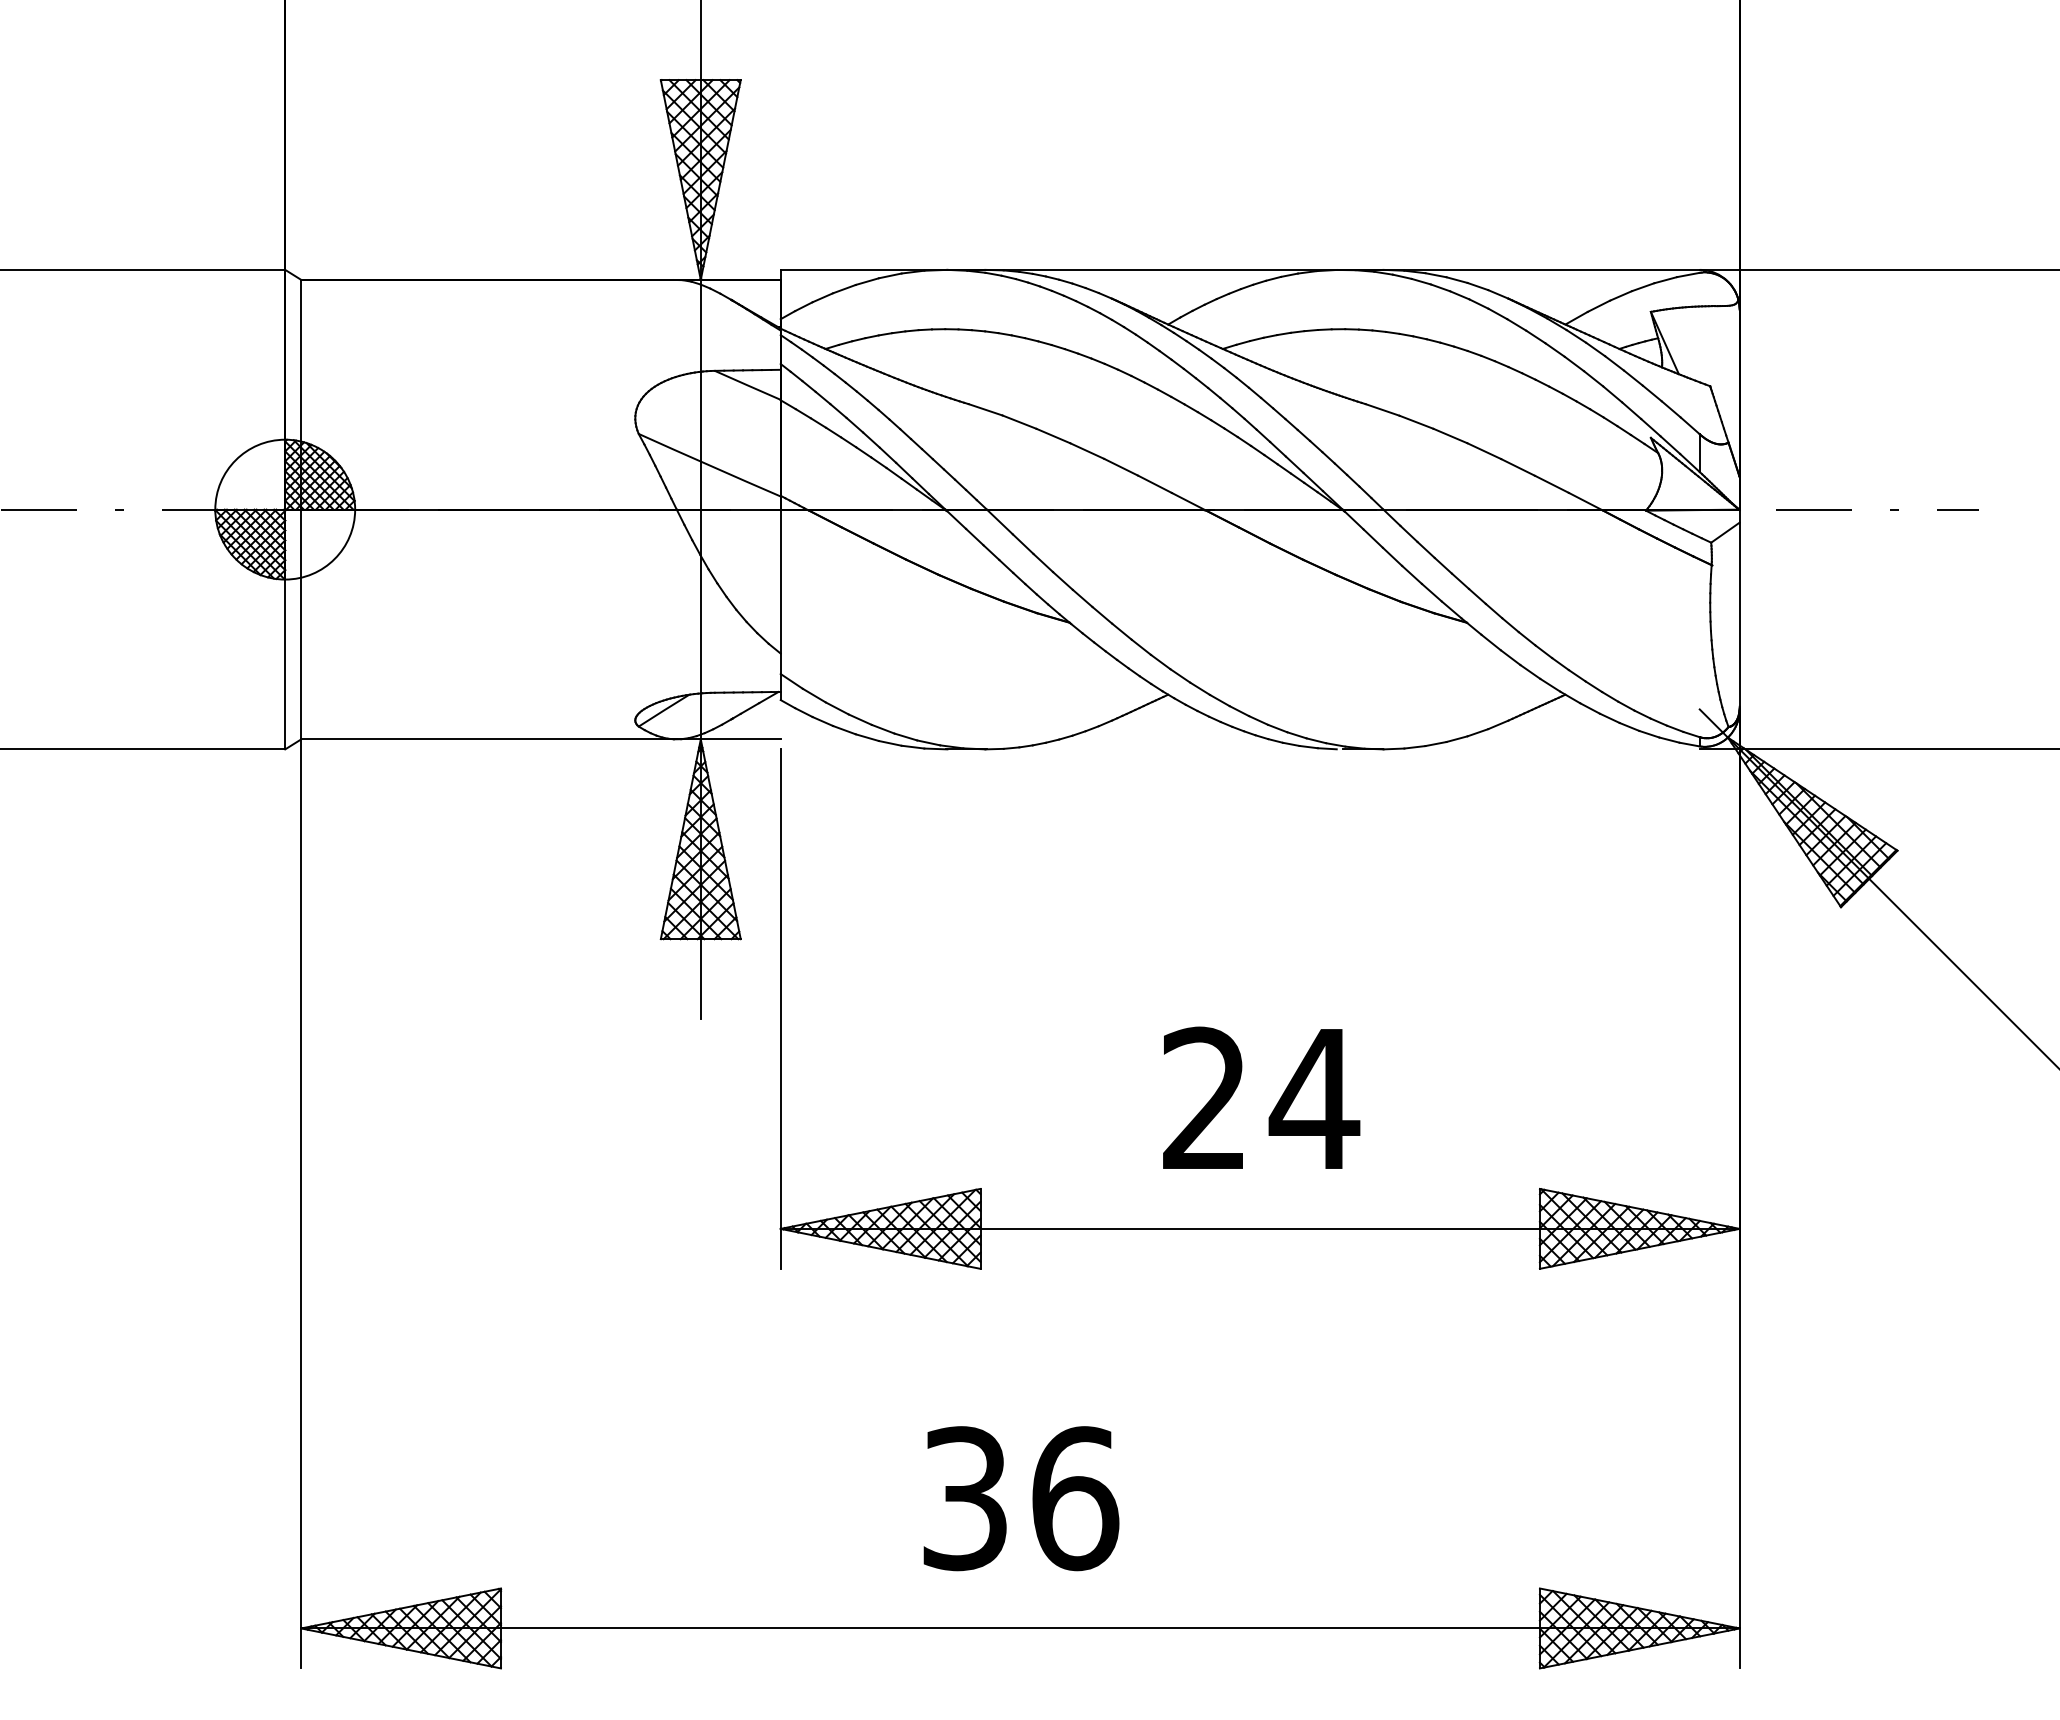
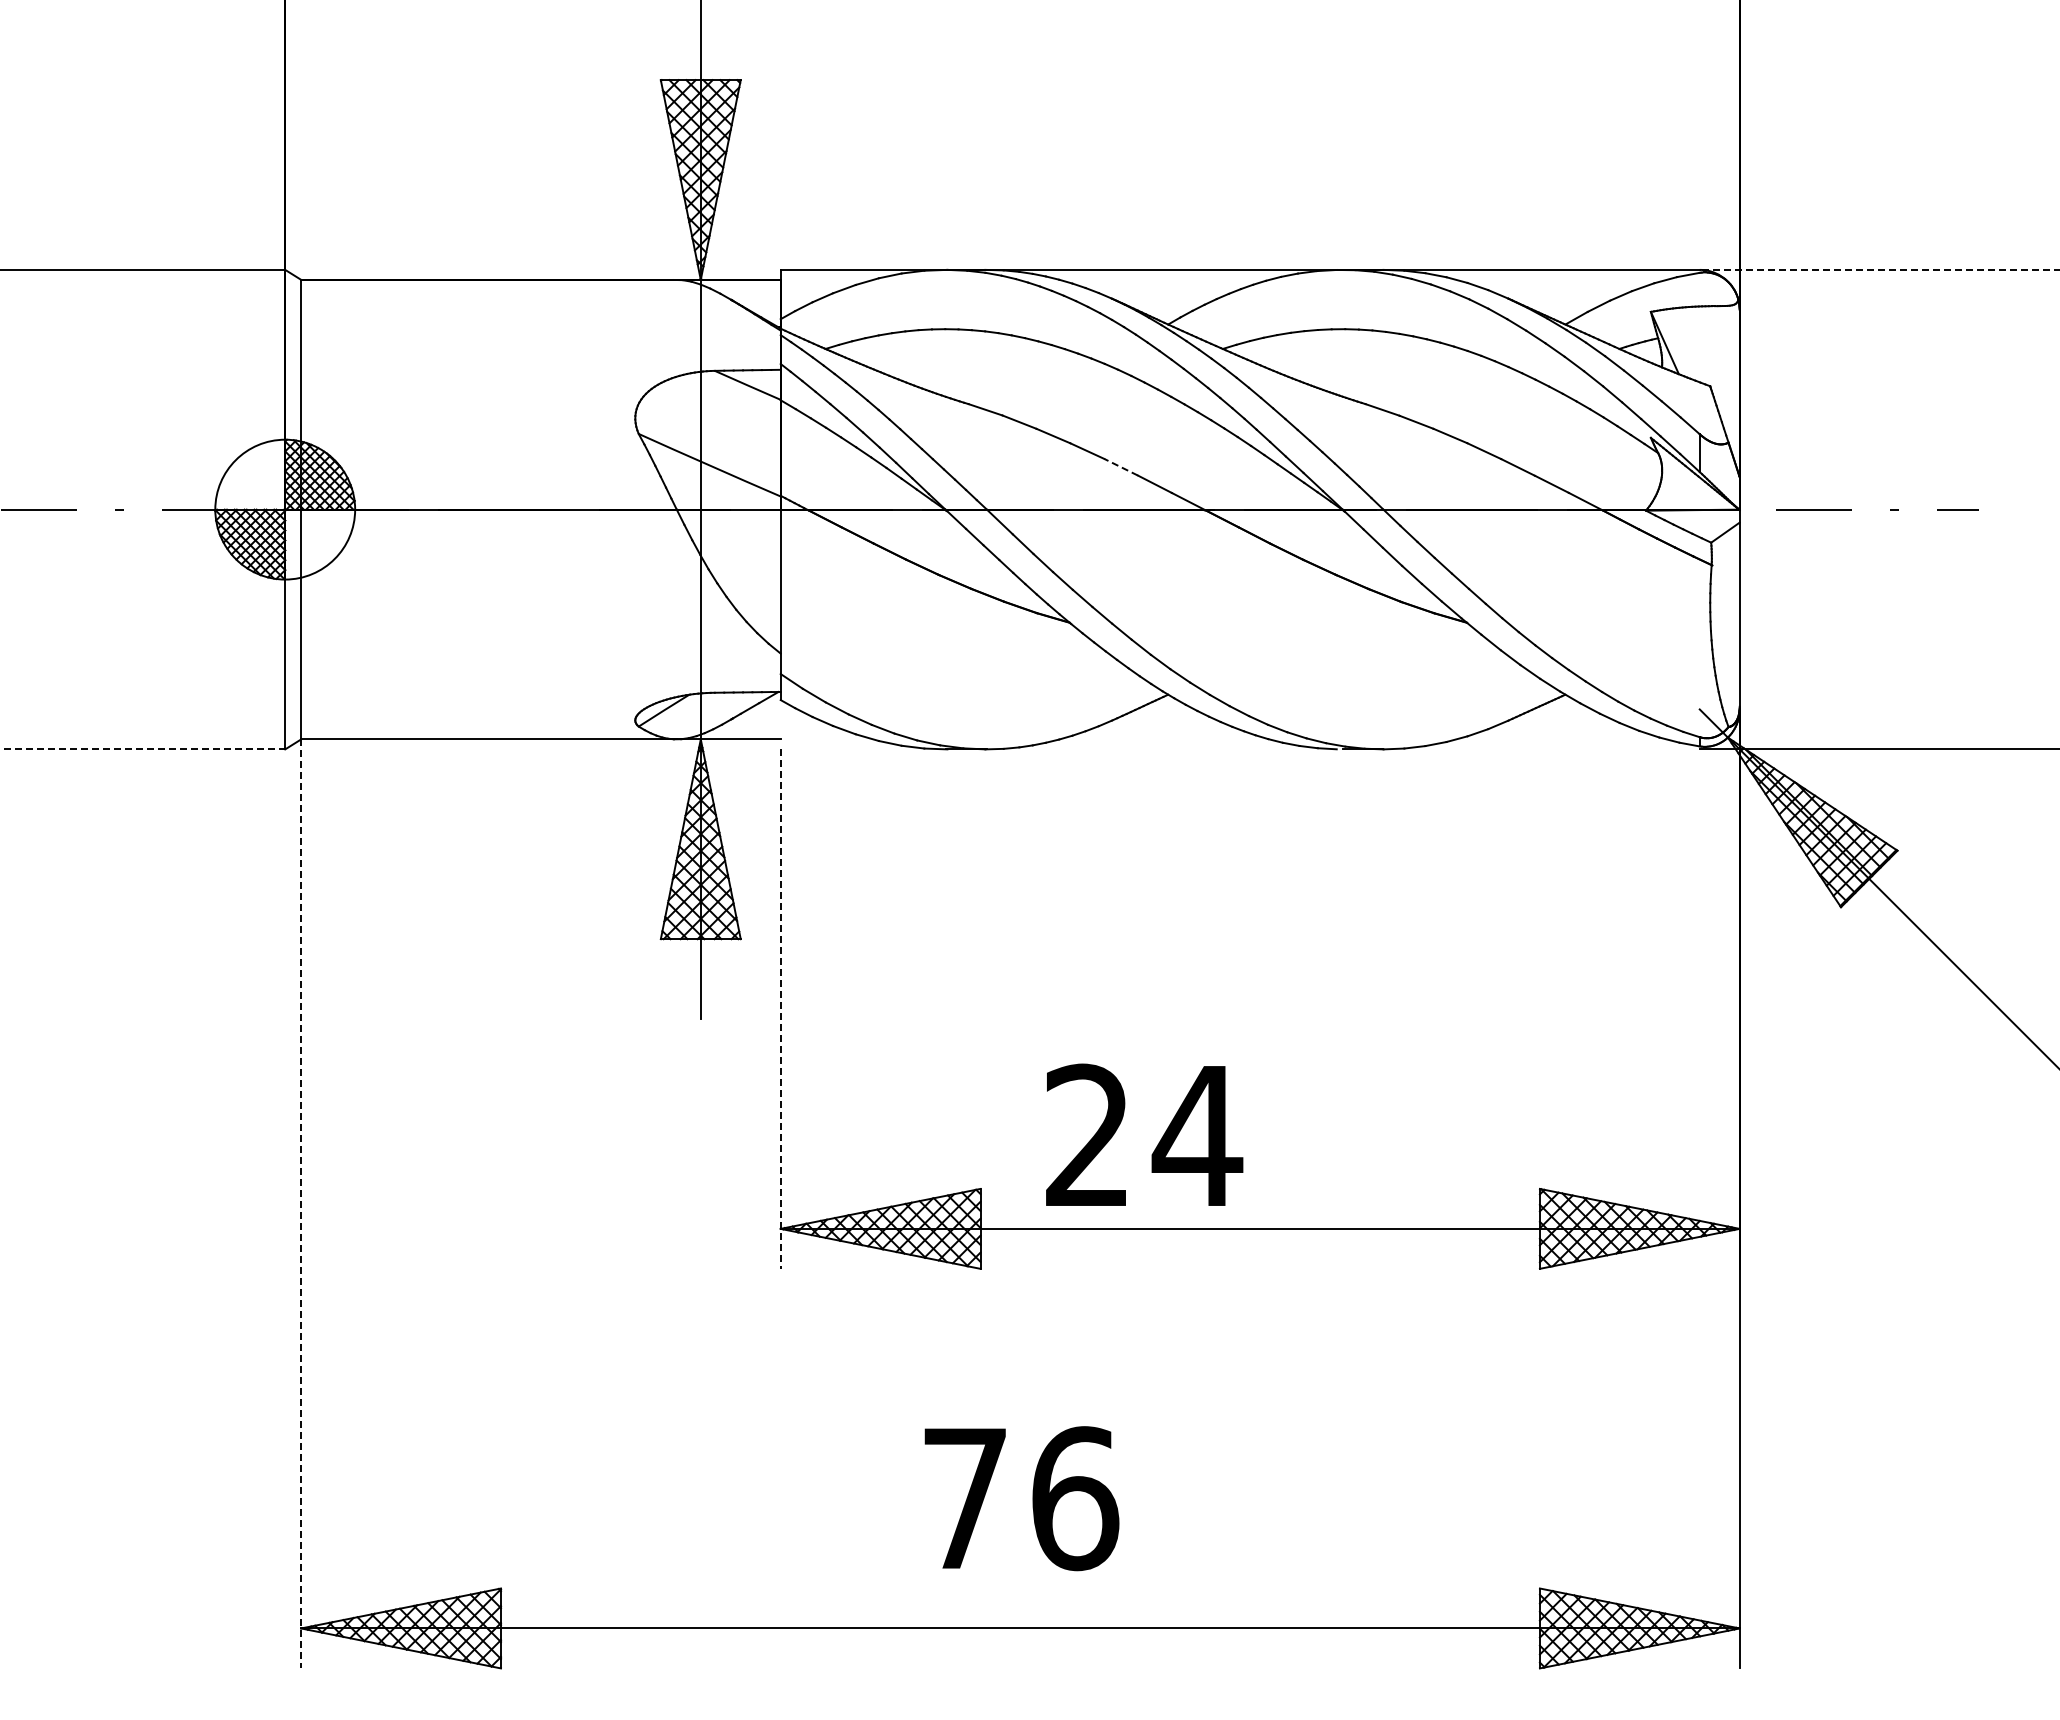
line at (1879, 269): solid -> dashed
line at (1121, 467): solid -> dashed
line at (143, 749): solid -> dashed
line at (780, 1009): solid -> dashed
text at (1261, 1097) position: (1261, 1097) -> (1144, 1134)
line at (301, 1203): solid -> dashed
text at (964, 1498): 36 -> 76
